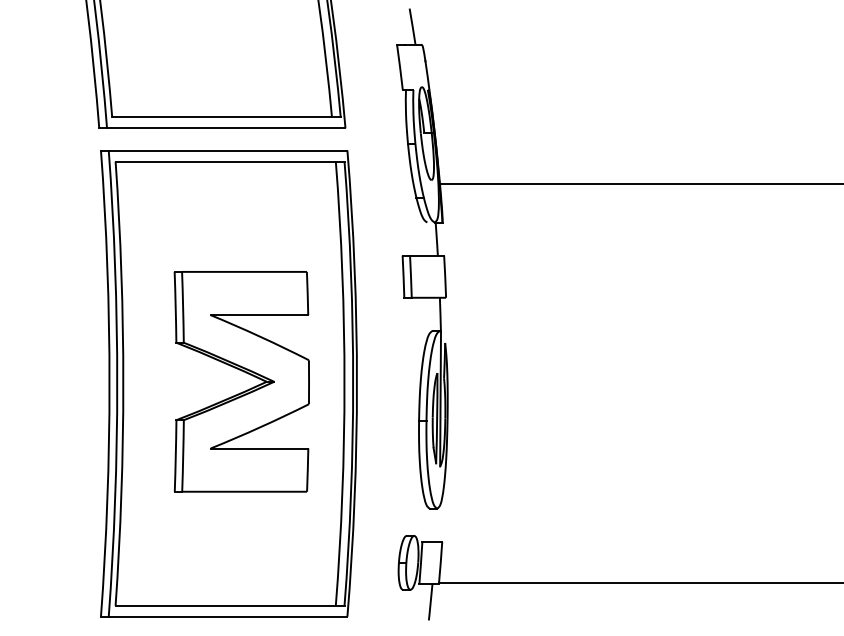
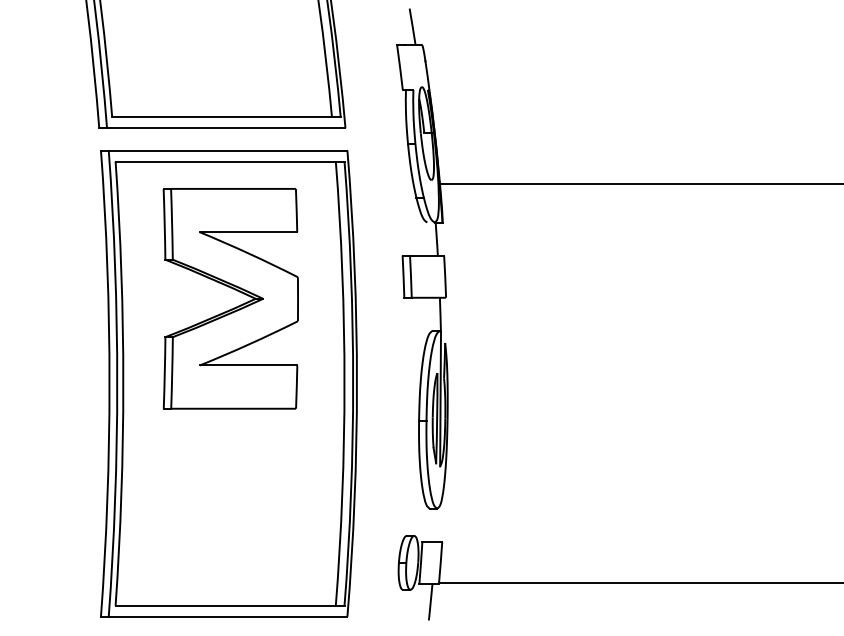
part at (243, 372) position: (243, 372) -> (232, 289)
